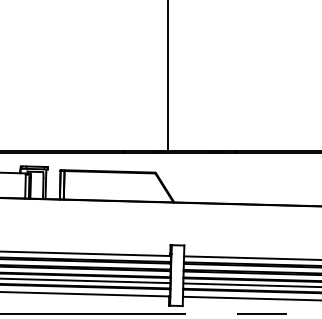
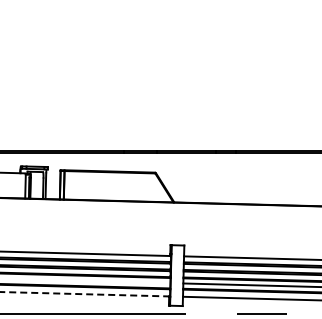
line at (168, 76): present -> none
line at (86, 280): present -> none
line at (85, 294): solid -> dashed
